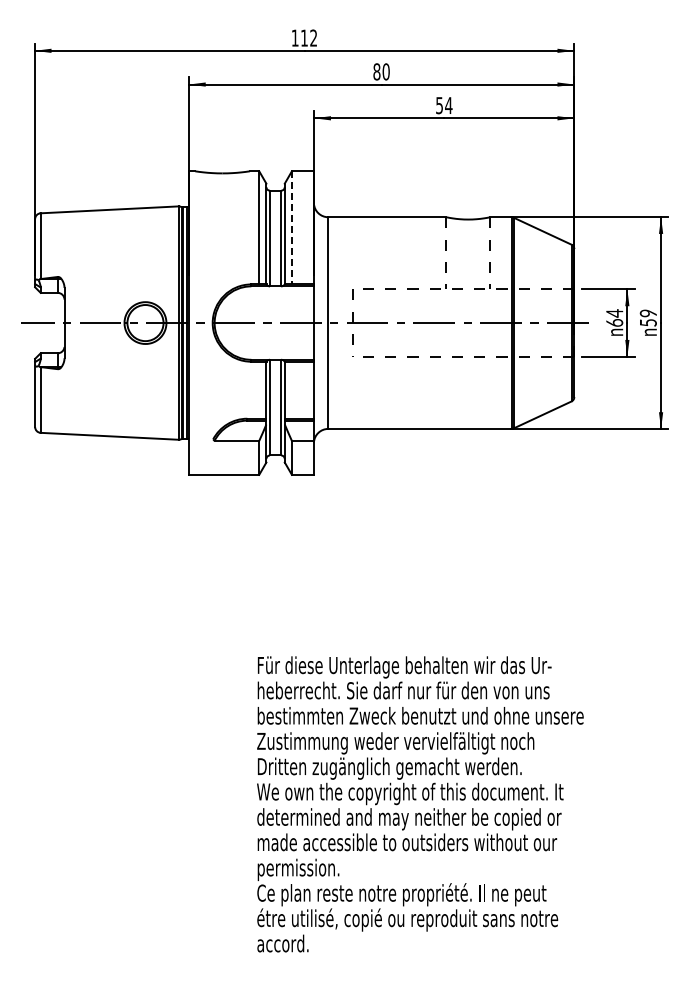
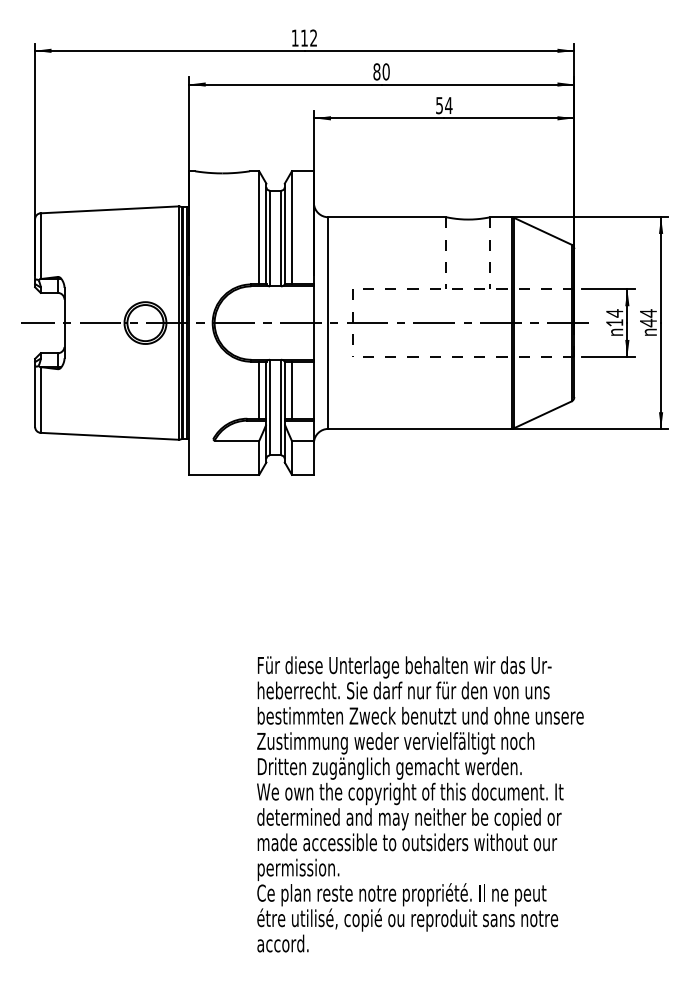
line at (291, 227): dashed -> solid
text at (647, 318): 59 -> 44
text at (614, 322): 64 -> 14
line at (259, 389): none -> present
line at (291, 389): none -> present
